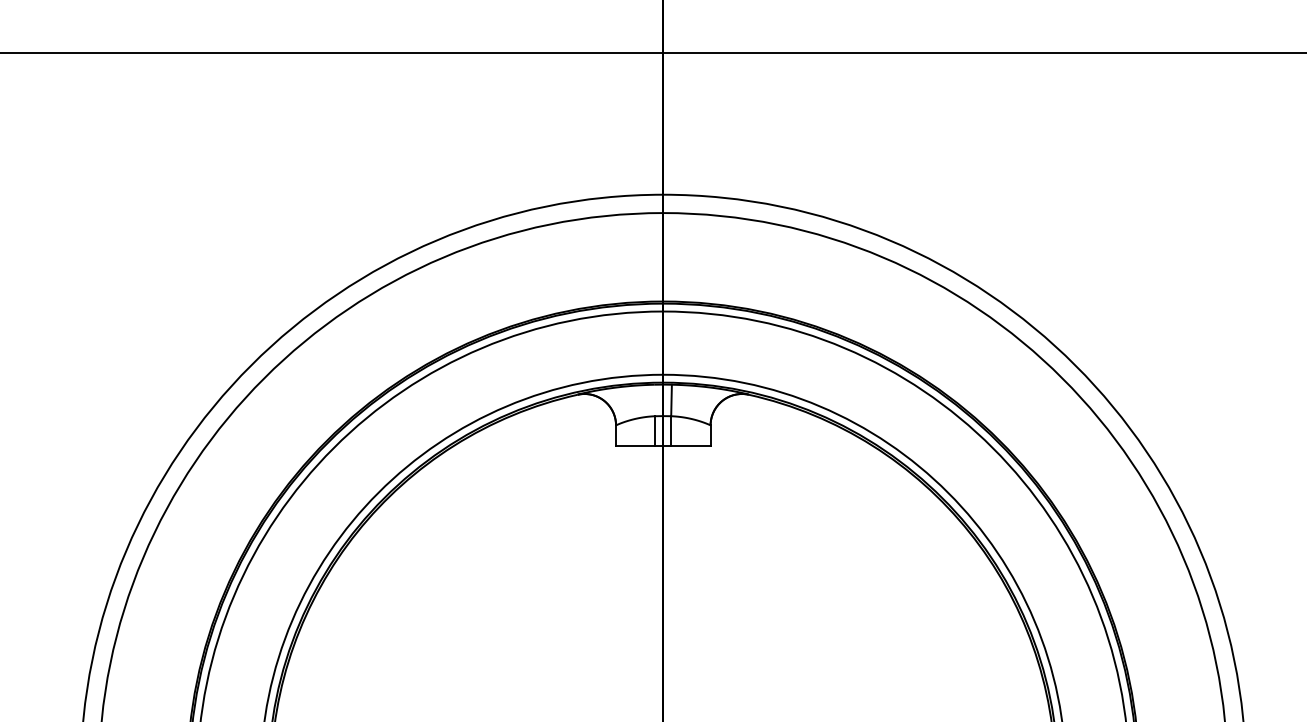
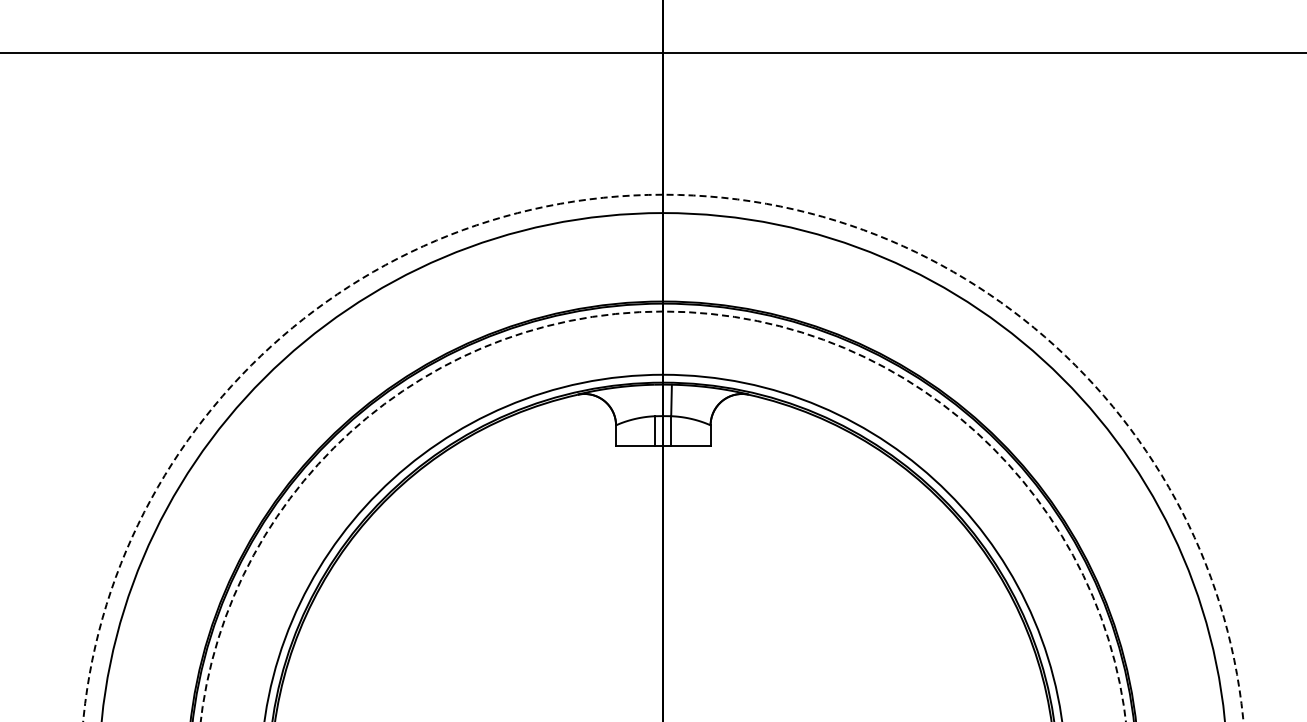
circle at (663, 457): solid -> dashed
circle at (662, 516): solid -> dashed
